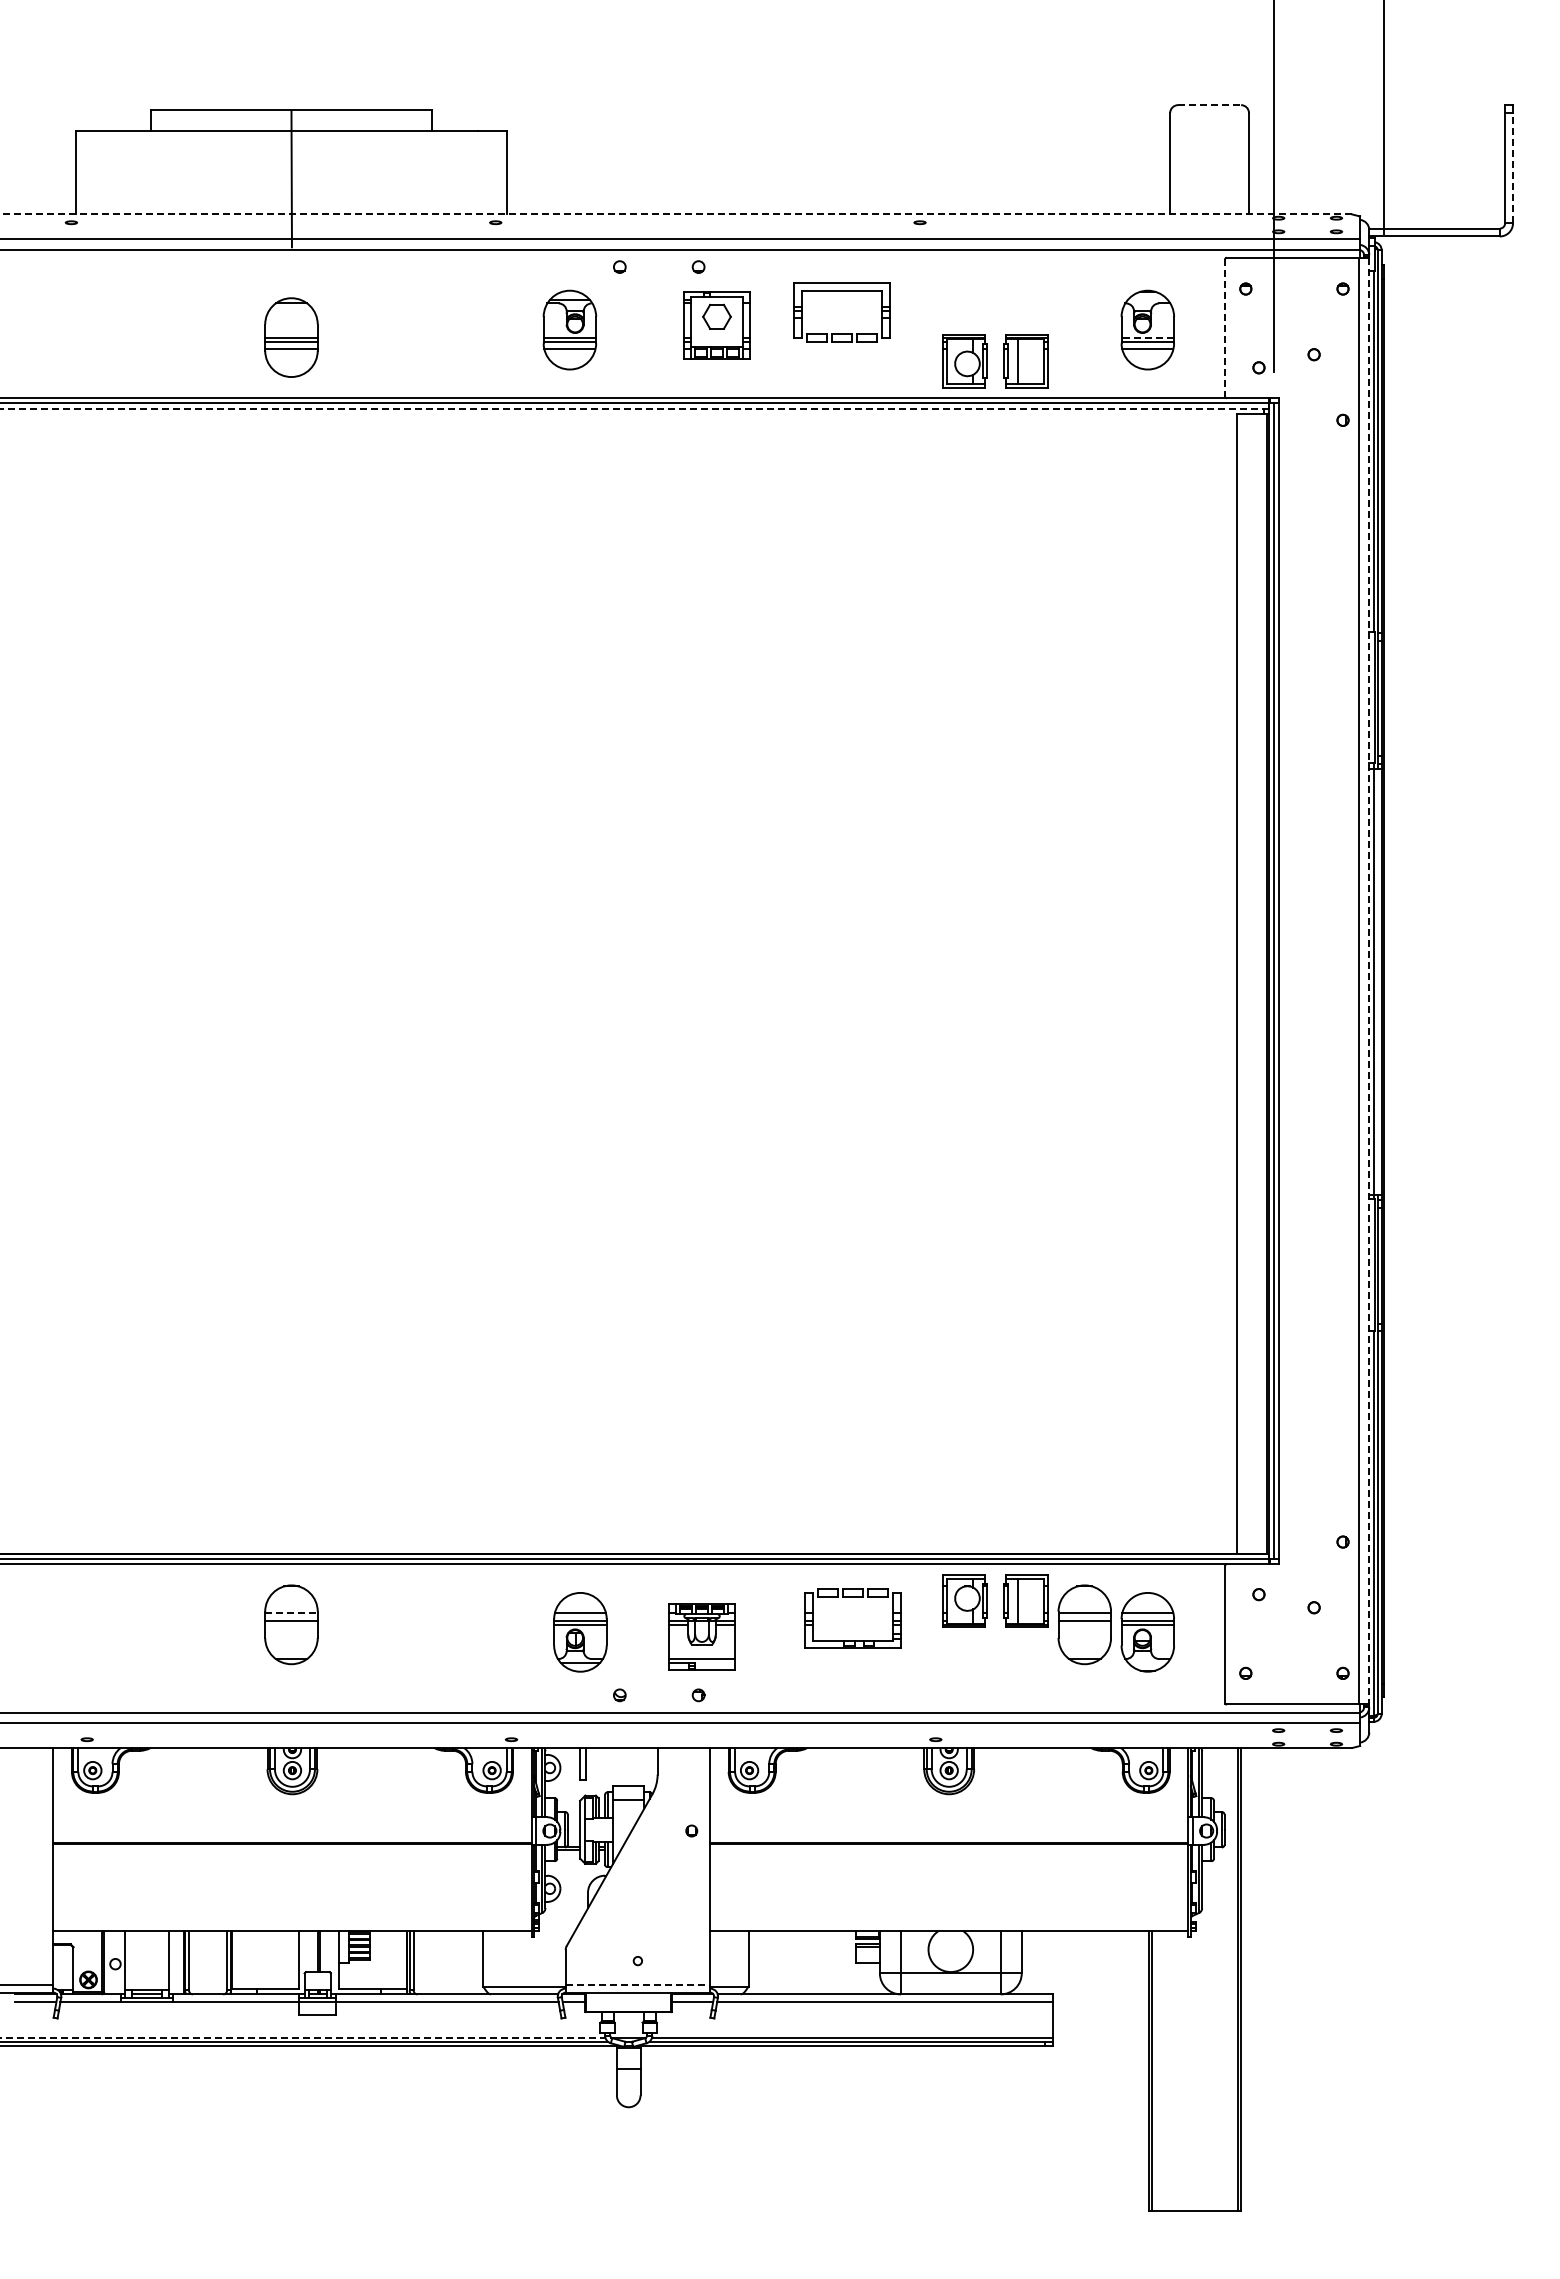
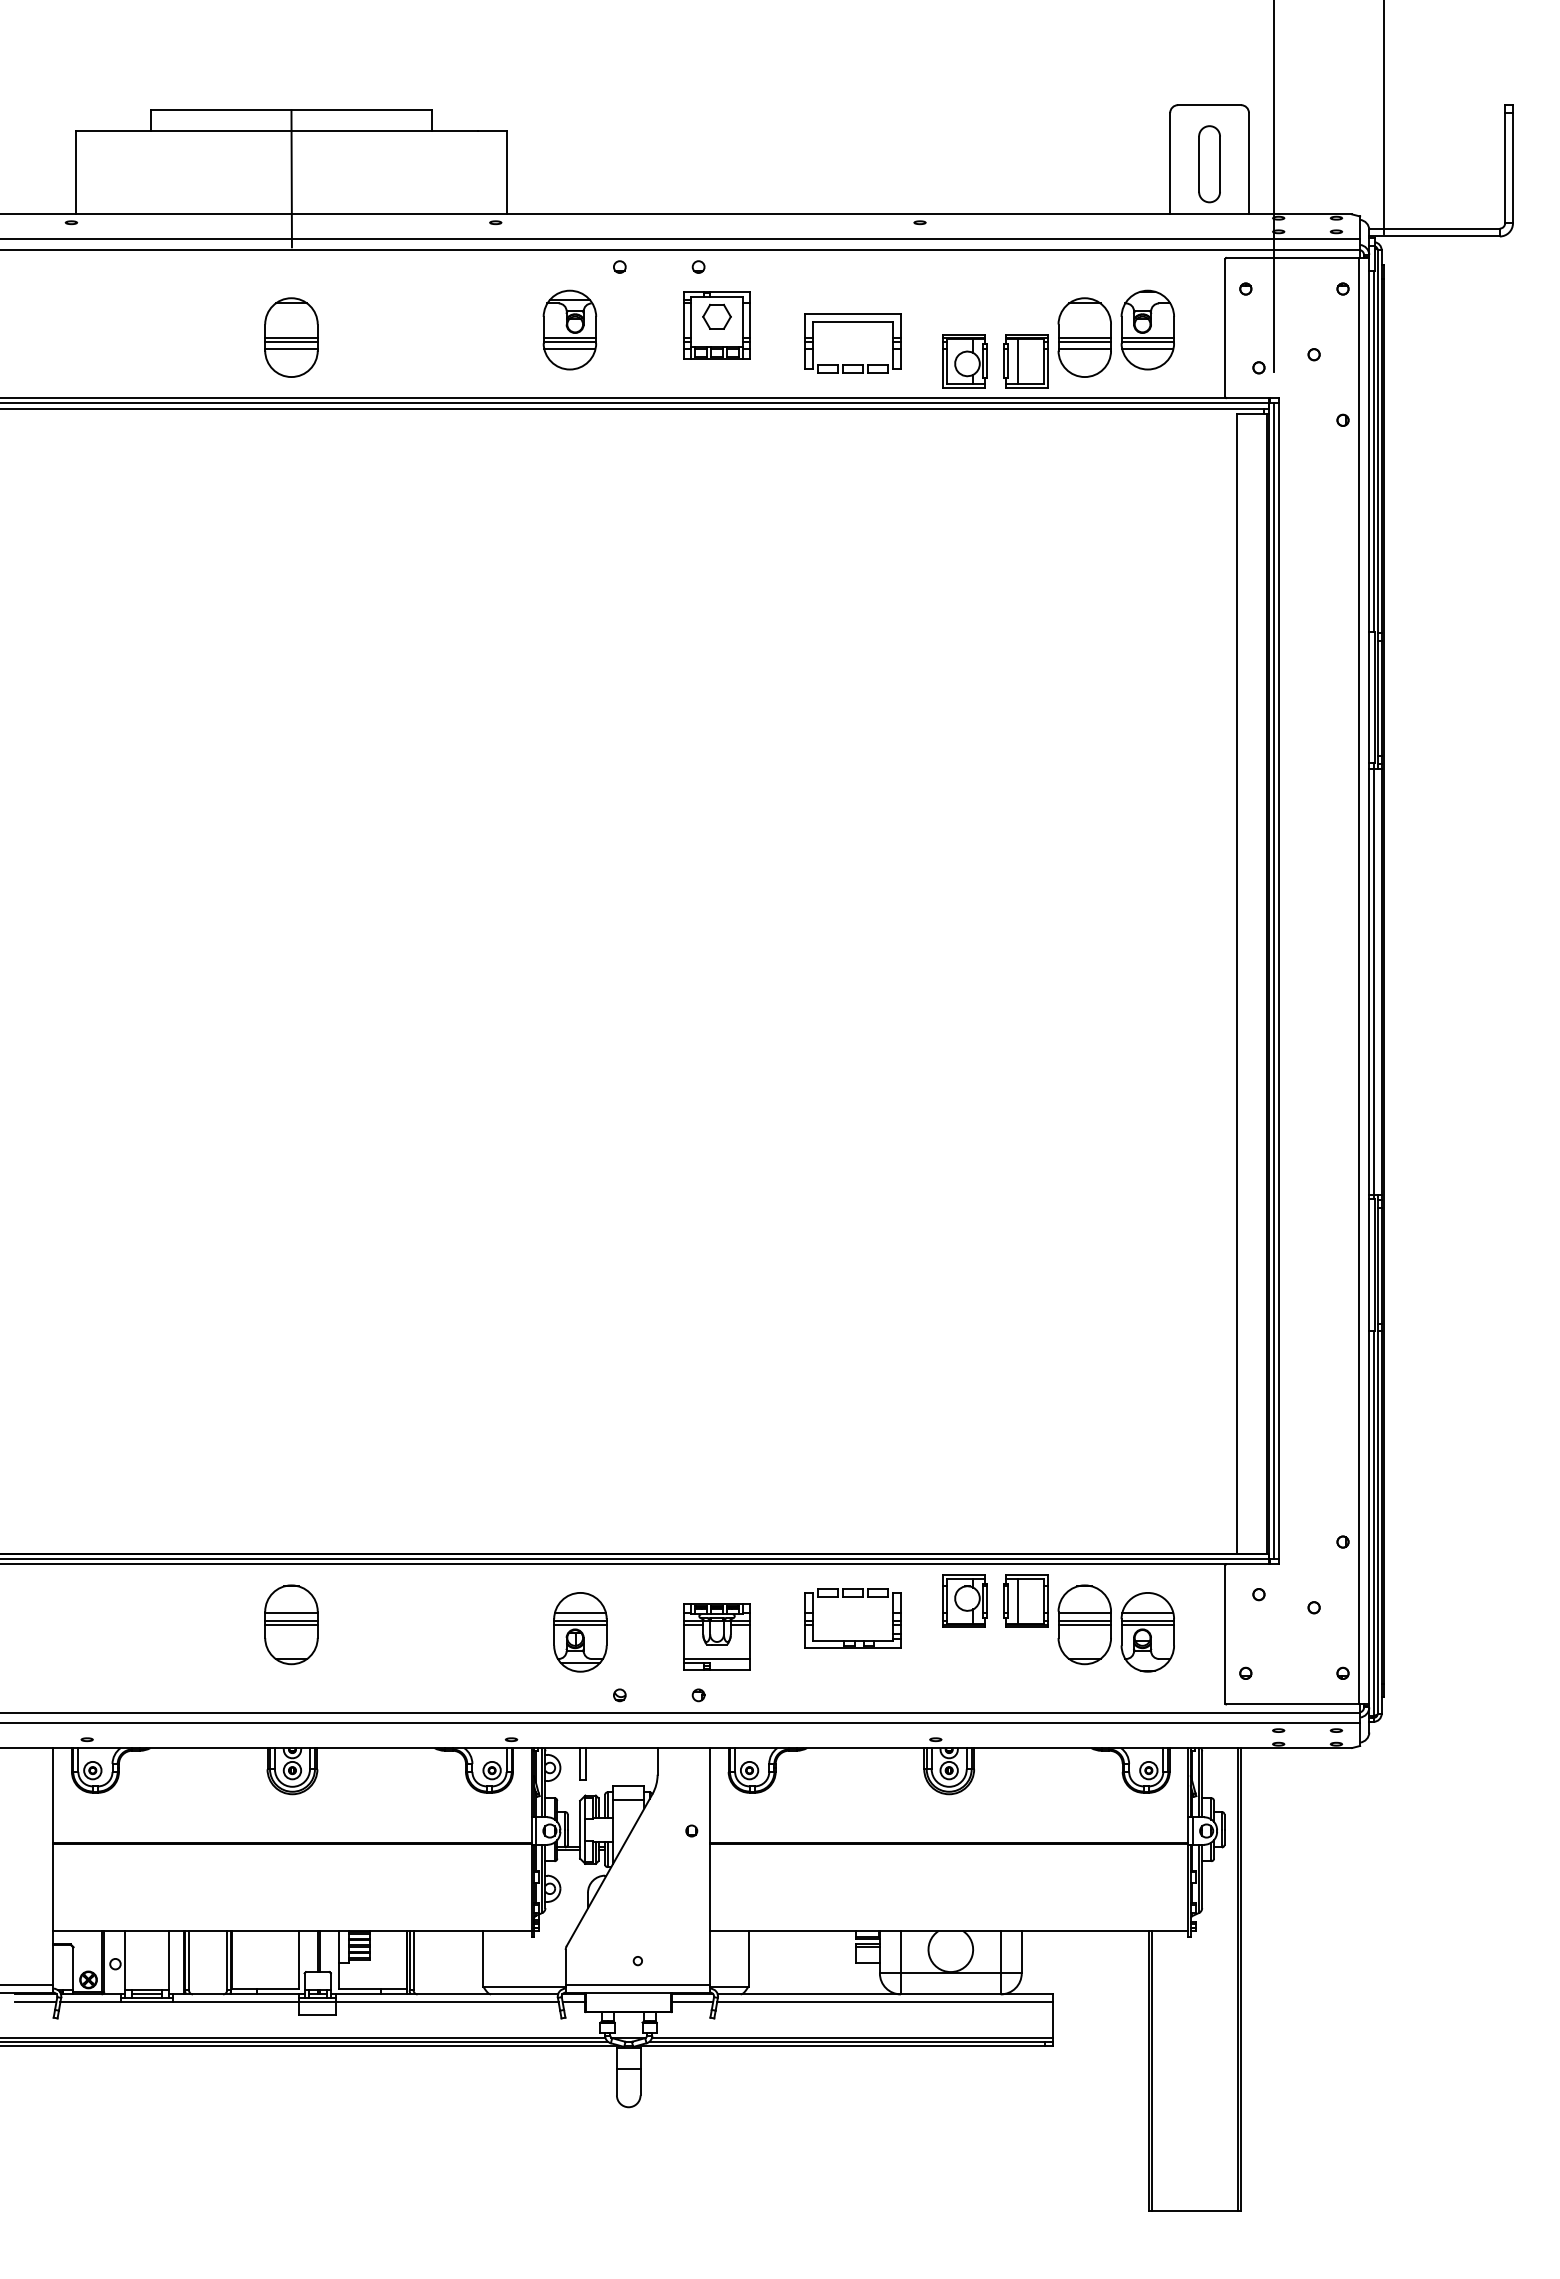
line at (1209, 105): dashed -> solid
part at (1209, 164): none -> present
line at (1512, 167): dashed -> solid
line at (676, 214): dashed -> solid
part at (841, 291) position: (841, 291) -> (852, 322)
line at (1225, 328): dashed -> solid
part at (1084, 337): none -> present
line at (1147, 337): dashed -> solid
line at (633, 408): dashed -> solid
line at (1369, 981): dashed -> solid
line at (291, 1613): dashed -> solid
line at (291, 1624): none -> present
line at (1084, 1624): none -> present
part at (701, 1636) position: (701, 1636) -> (716, 1636)
line at (638, 1984): dashed -> solid
line at (302, 2037): dashed -> solid
